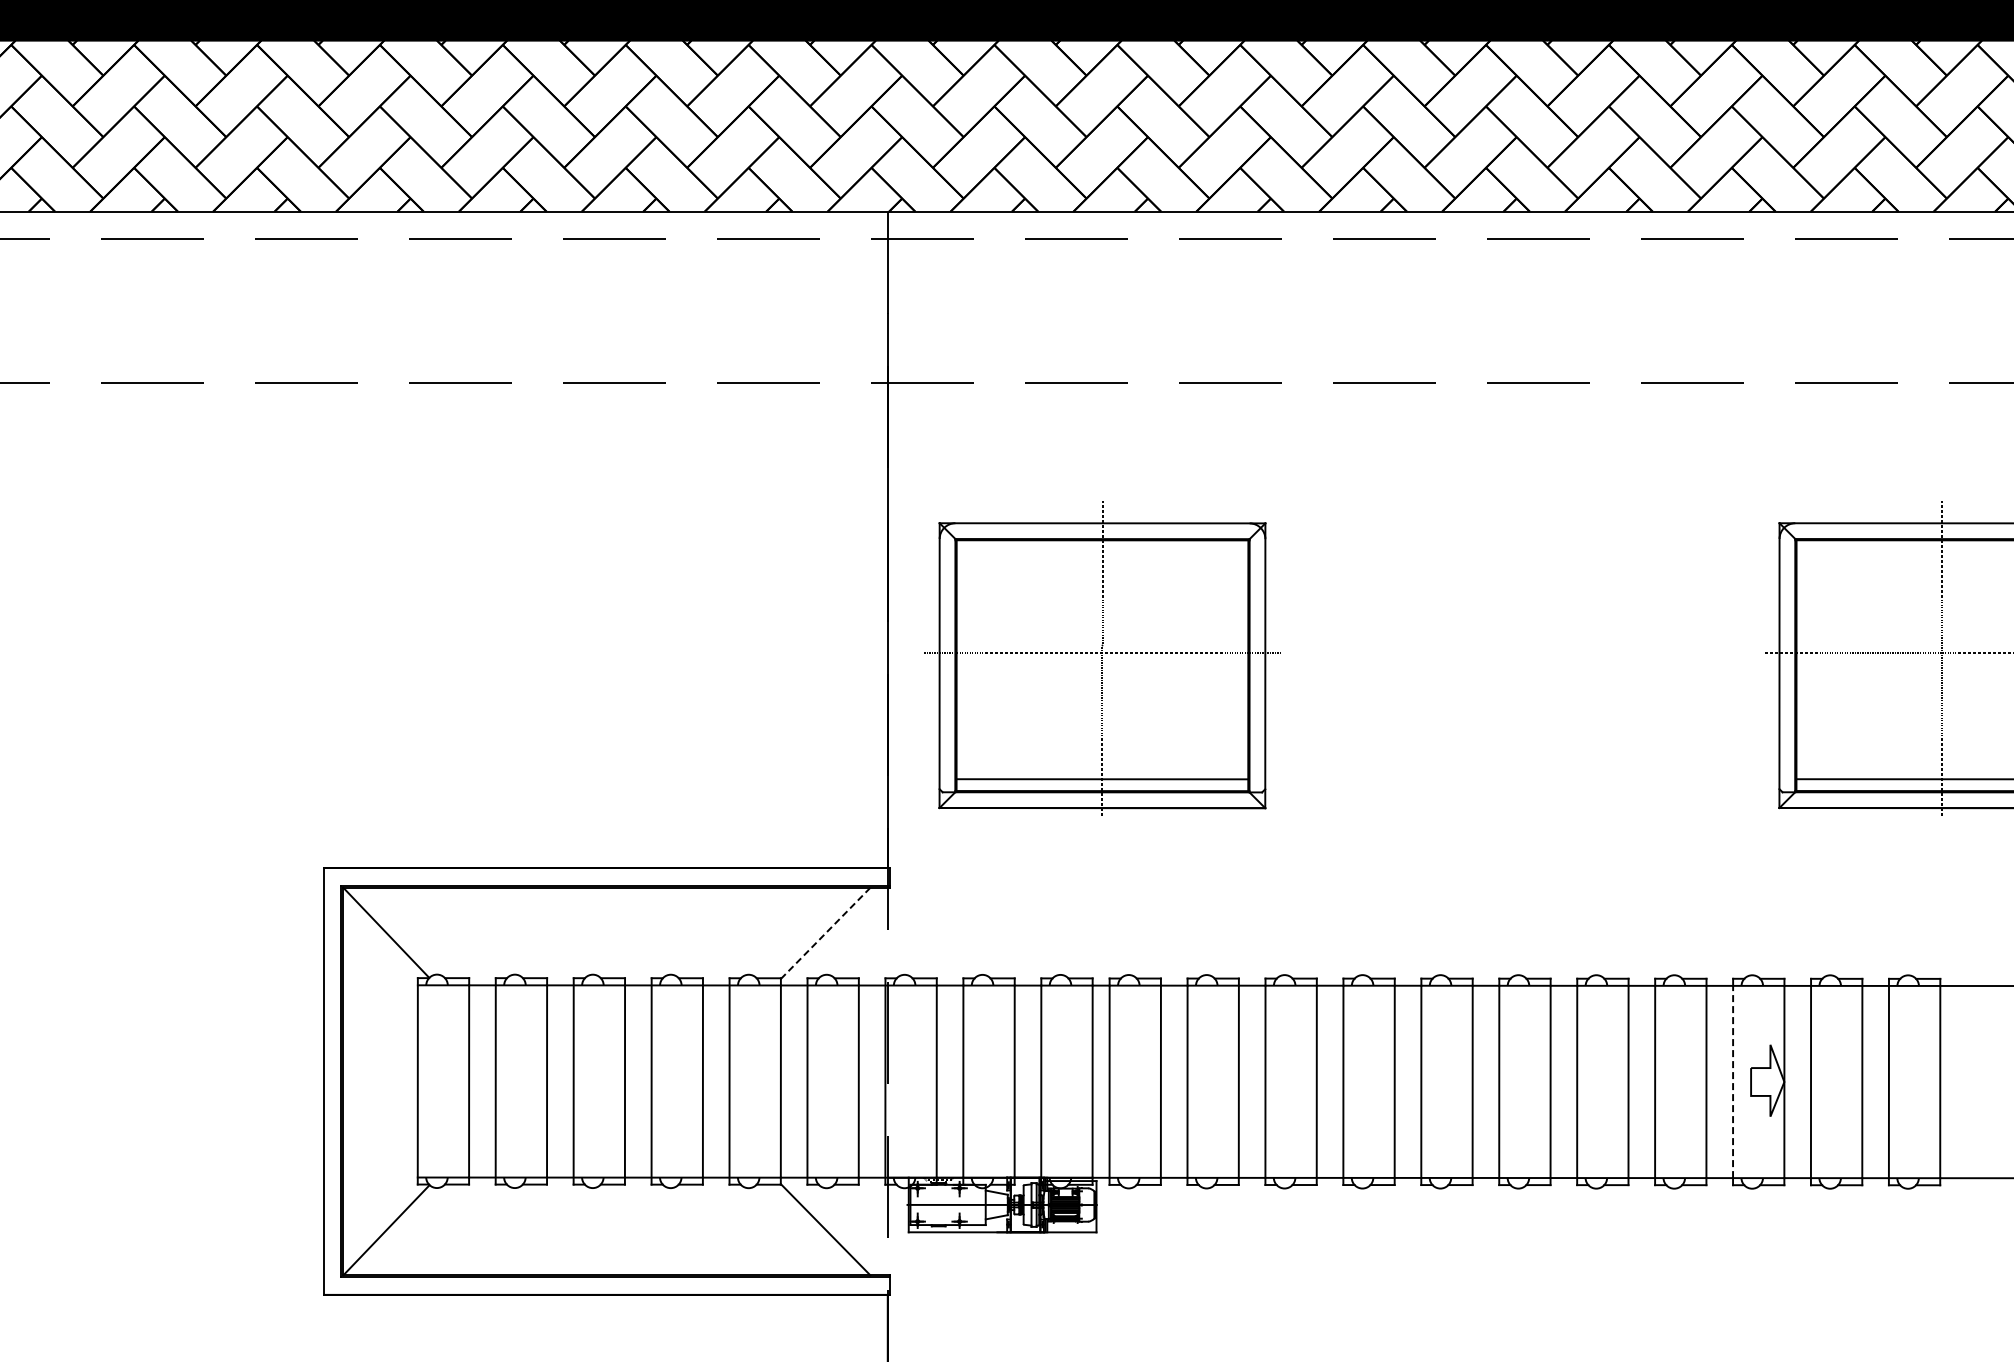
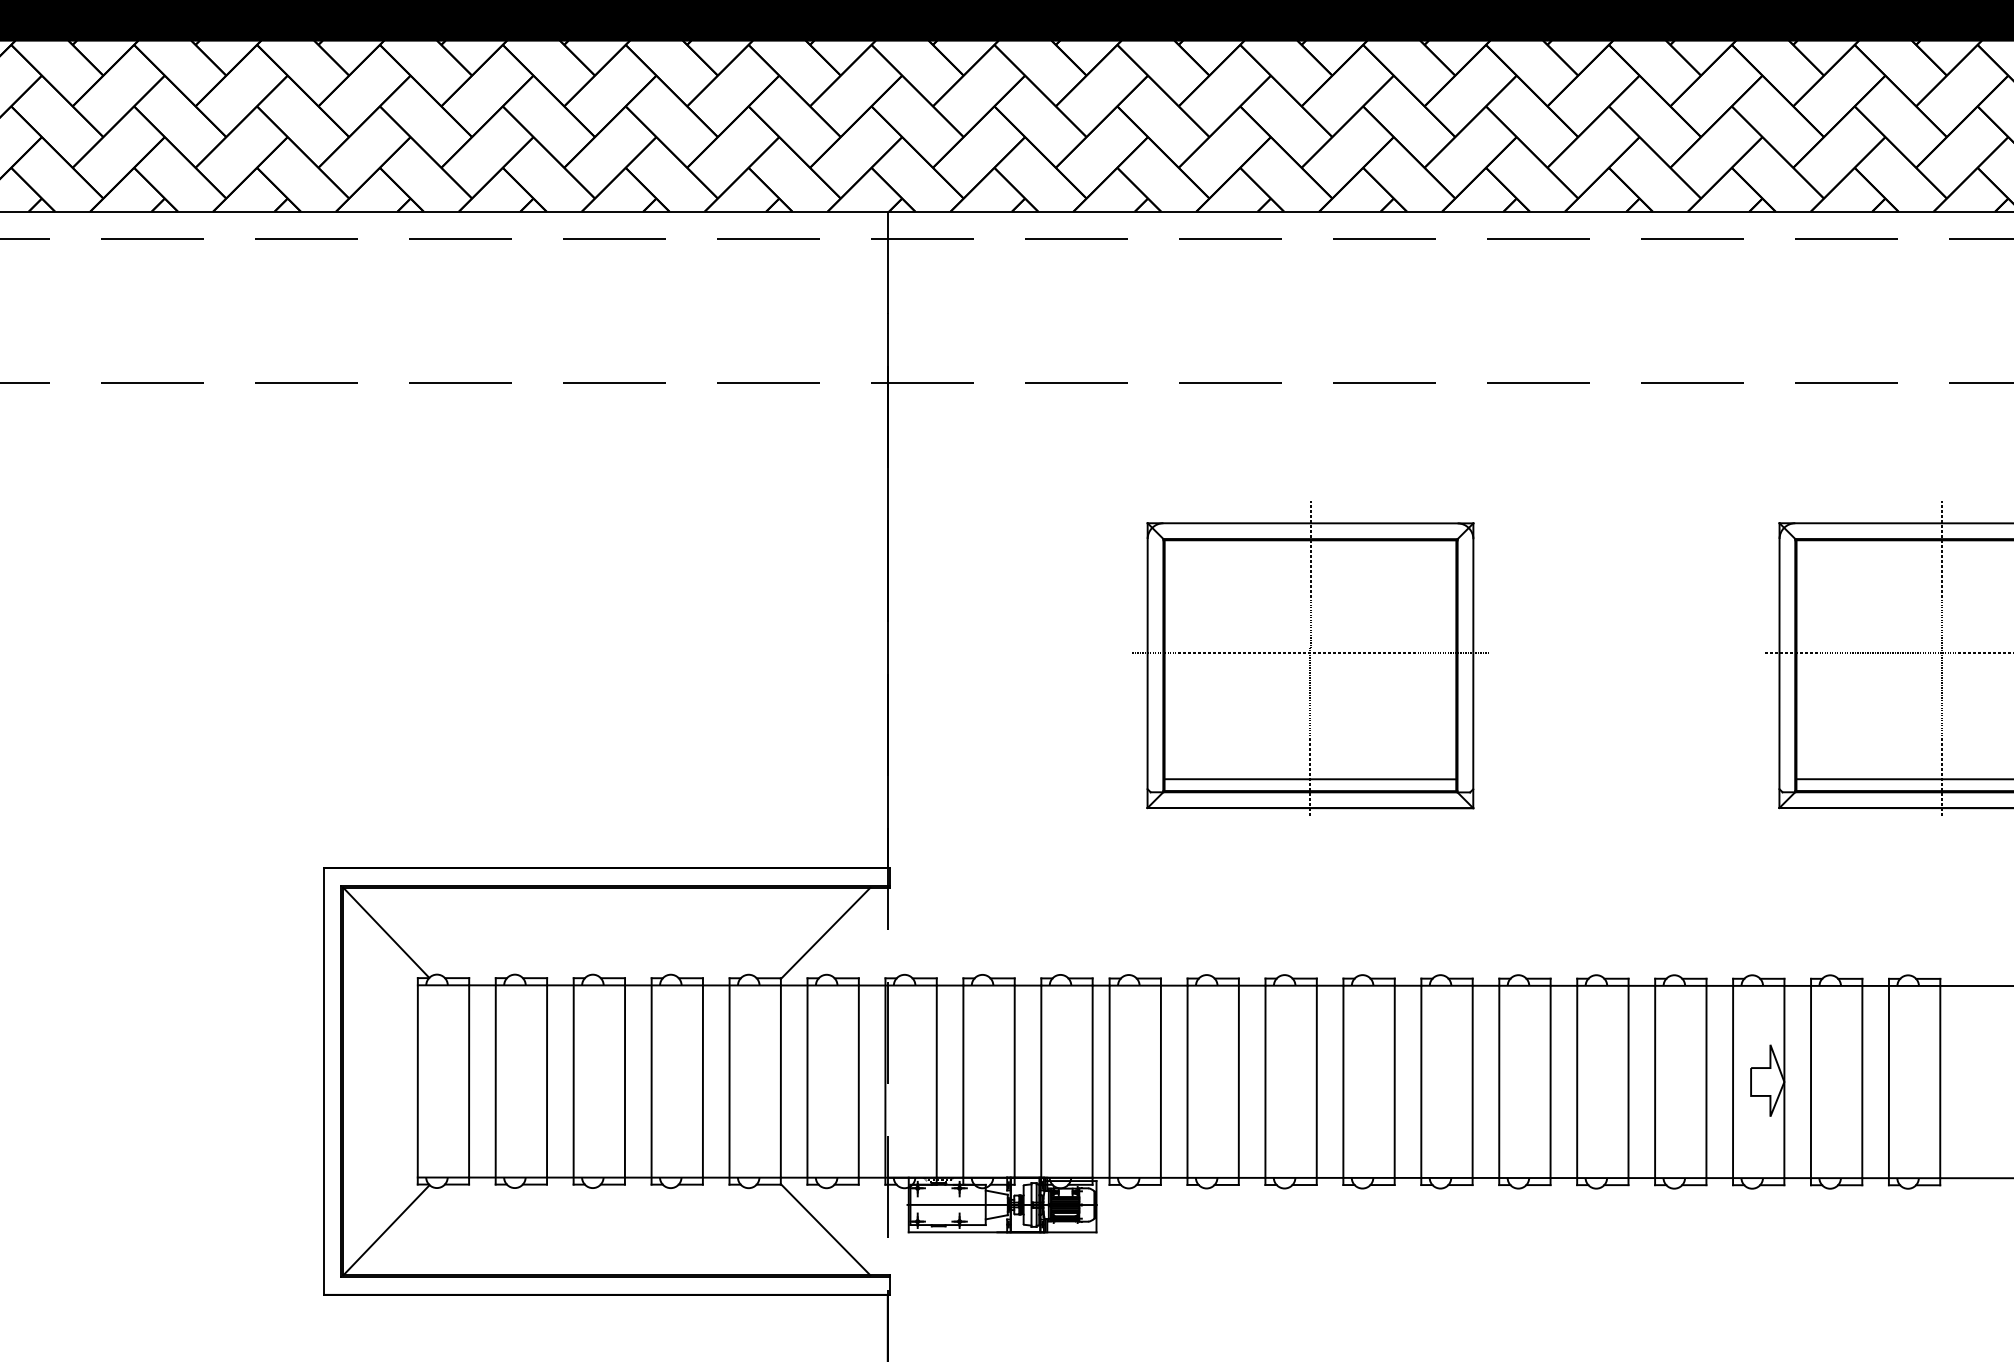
part at (1102, 658) position: (1102, 658) -> (1310, 658)
line at (825, 933): dashed -> solid
line at (1733, 1081): dashed -> solid
